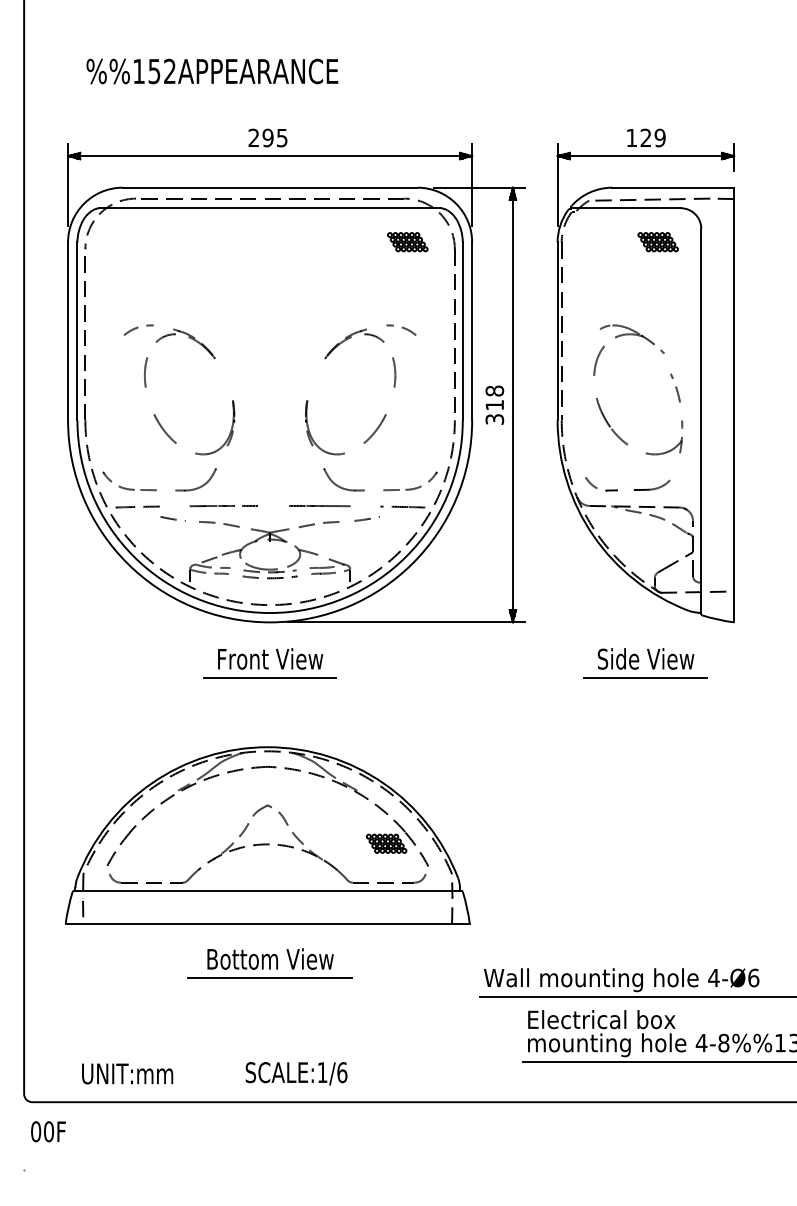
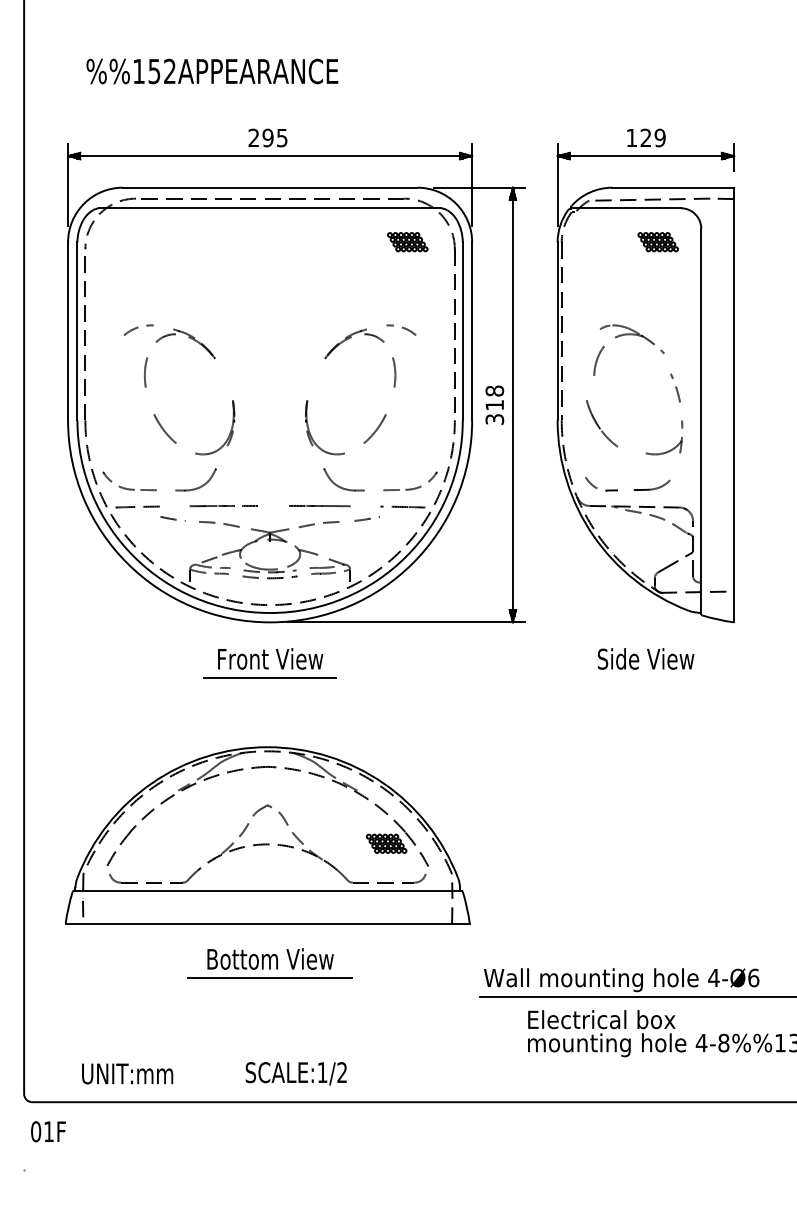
part at (612, 421) position: (612, 421) -> (602, 423)
line at (645, 677): present -> none
line at (658, 1061): present -> none
text at (342, 1072): SCALE:1/6 -> SCALE:1/2
text at (49, 1131): 00F -> 01F
